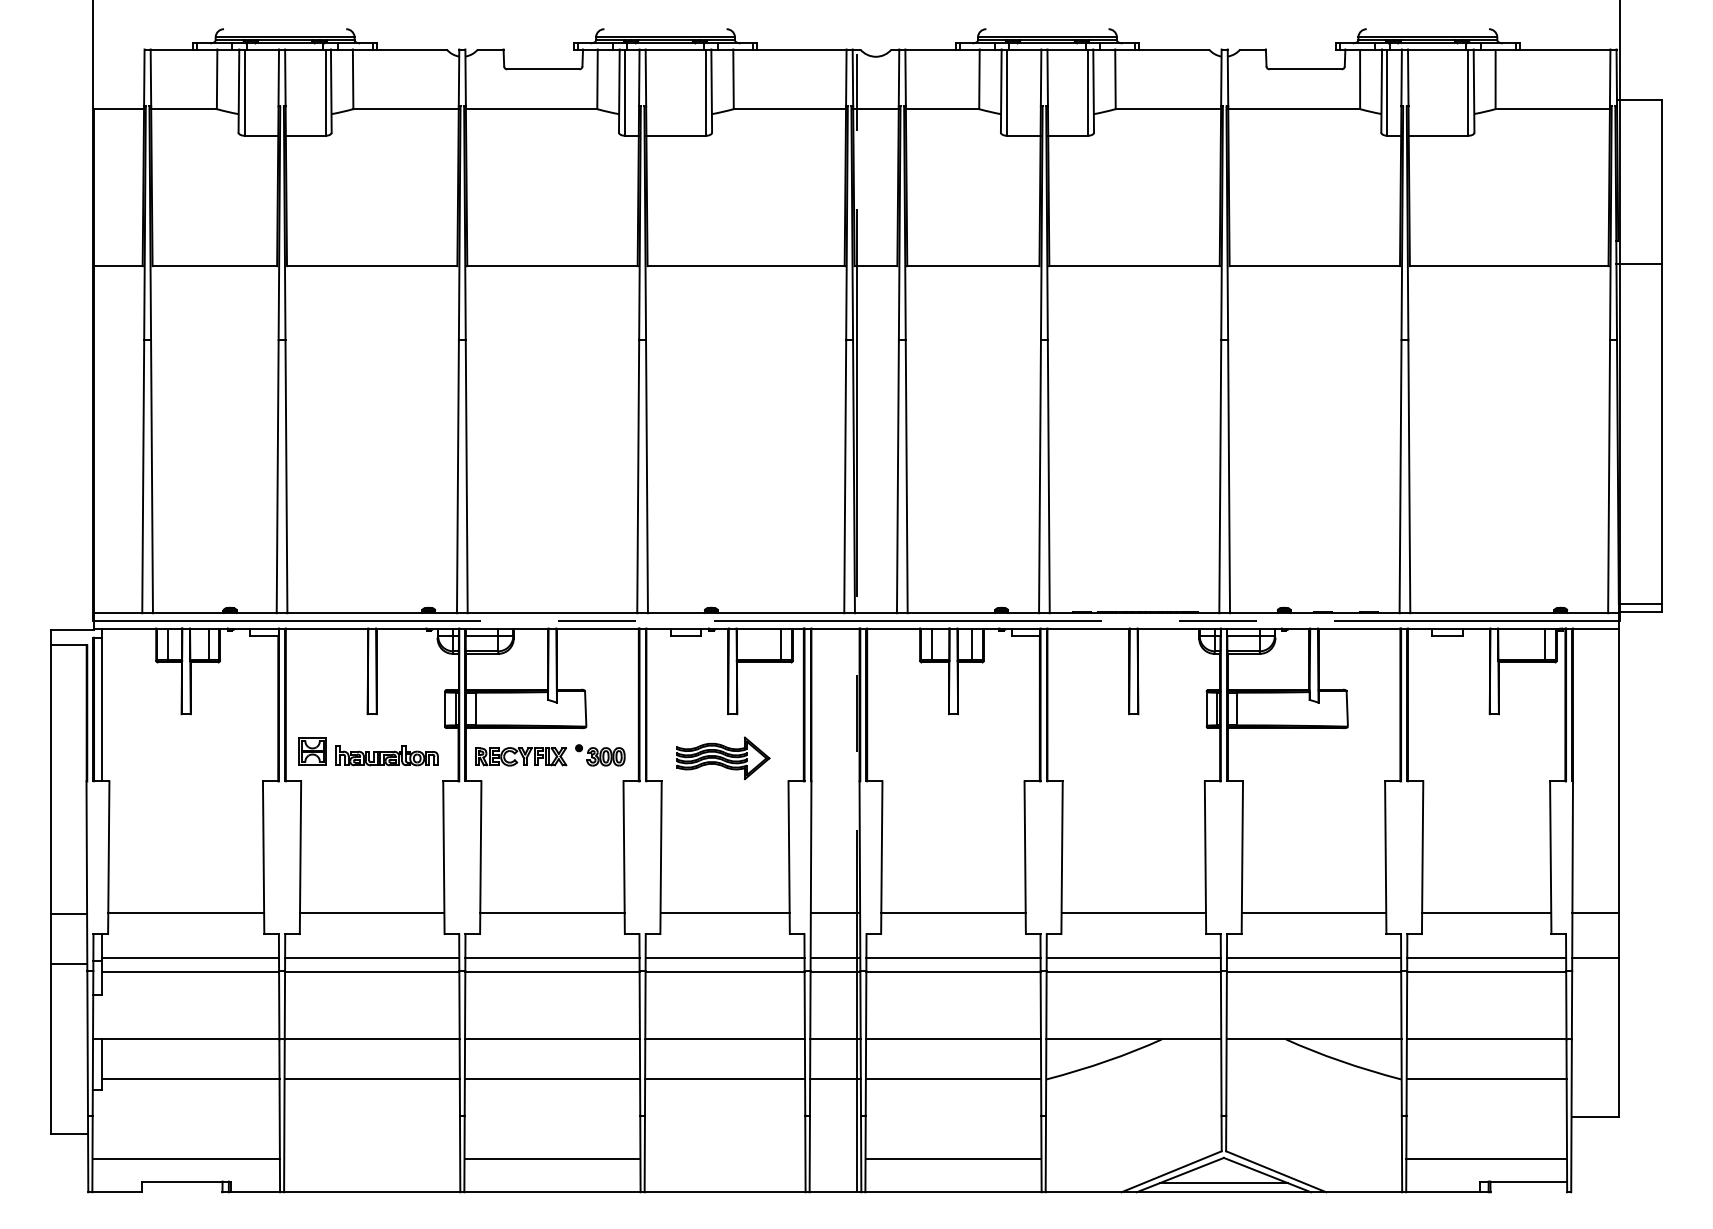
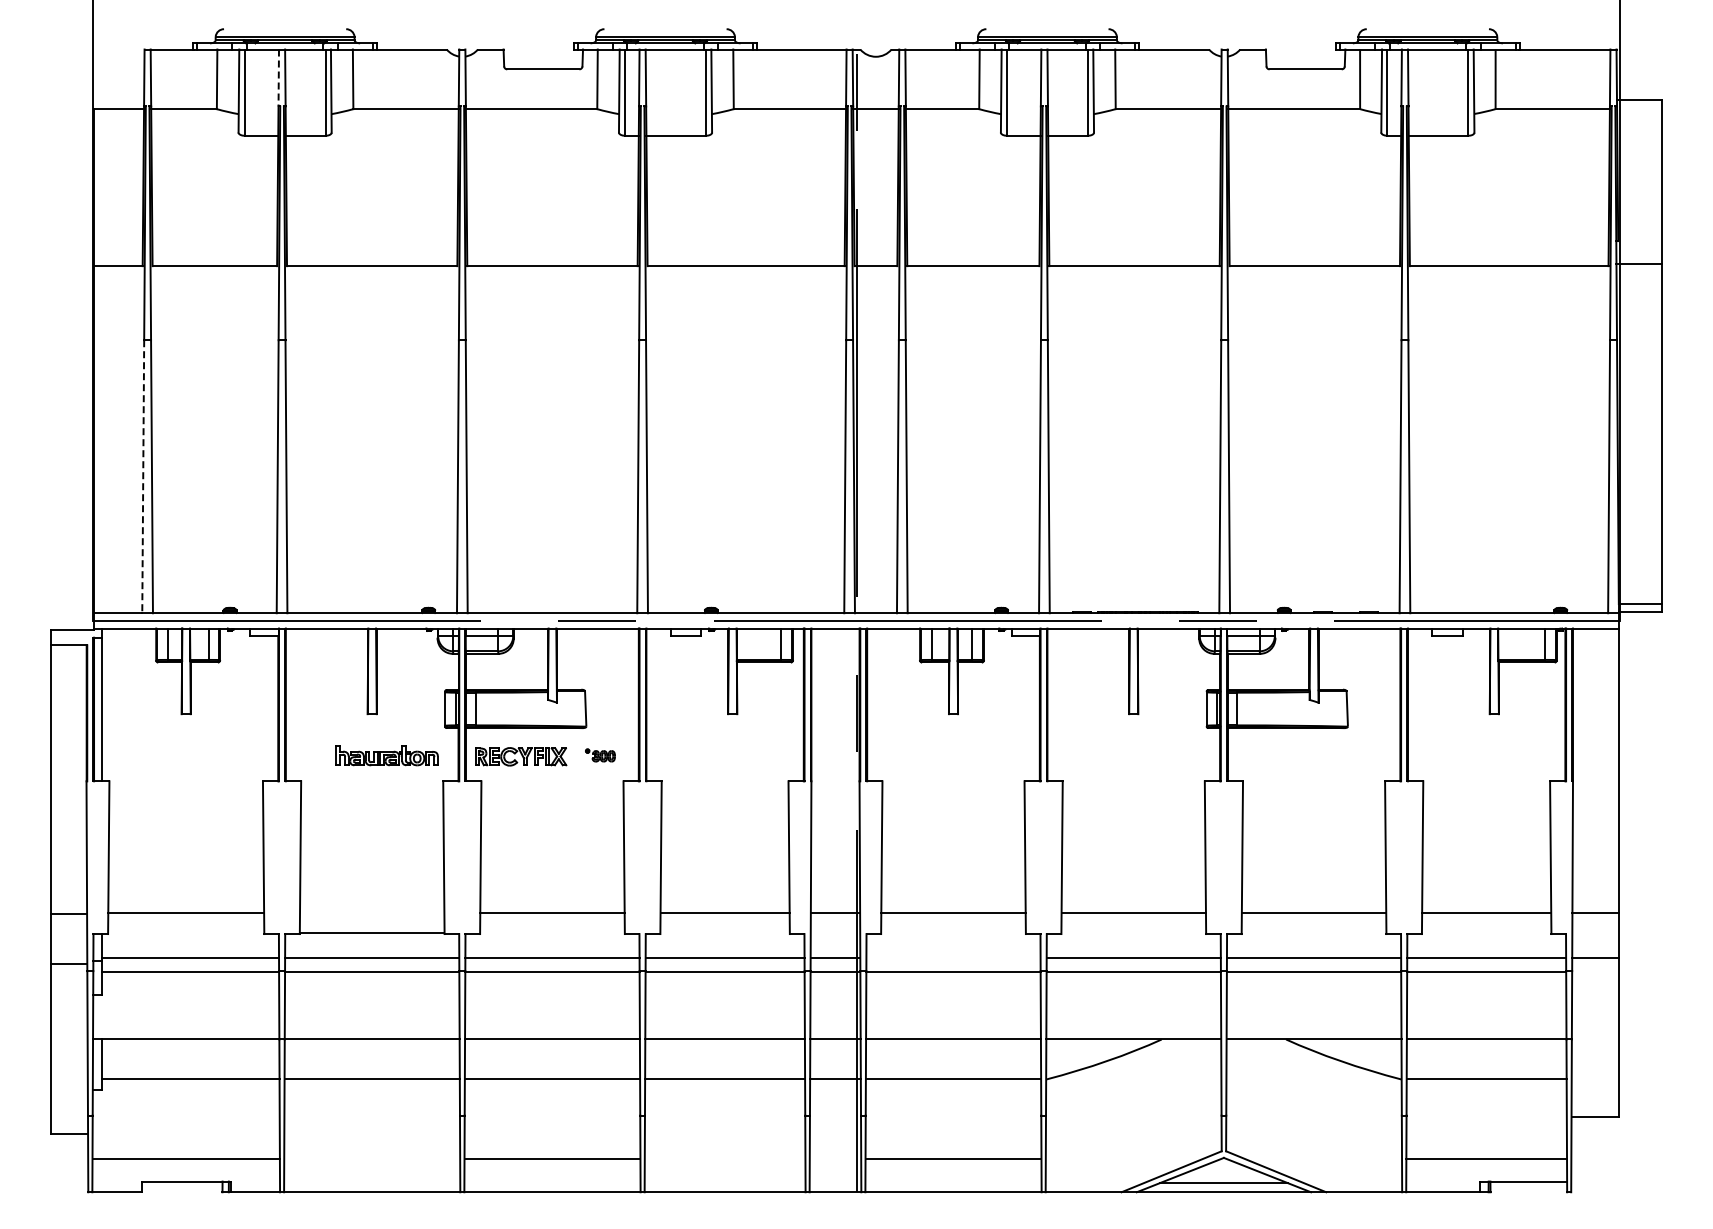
line at (278, 78): solid -> dashed
line at (143, 476): solid -> dashed
part at (312, 751): present -> none
part at (600, 755) size: 51x23 px -> 31x15 px
part at (723, 758): present -> none
line at (372, 913) position: (372, 913) -> (372, 933)
line at (953, 958): present -> none
